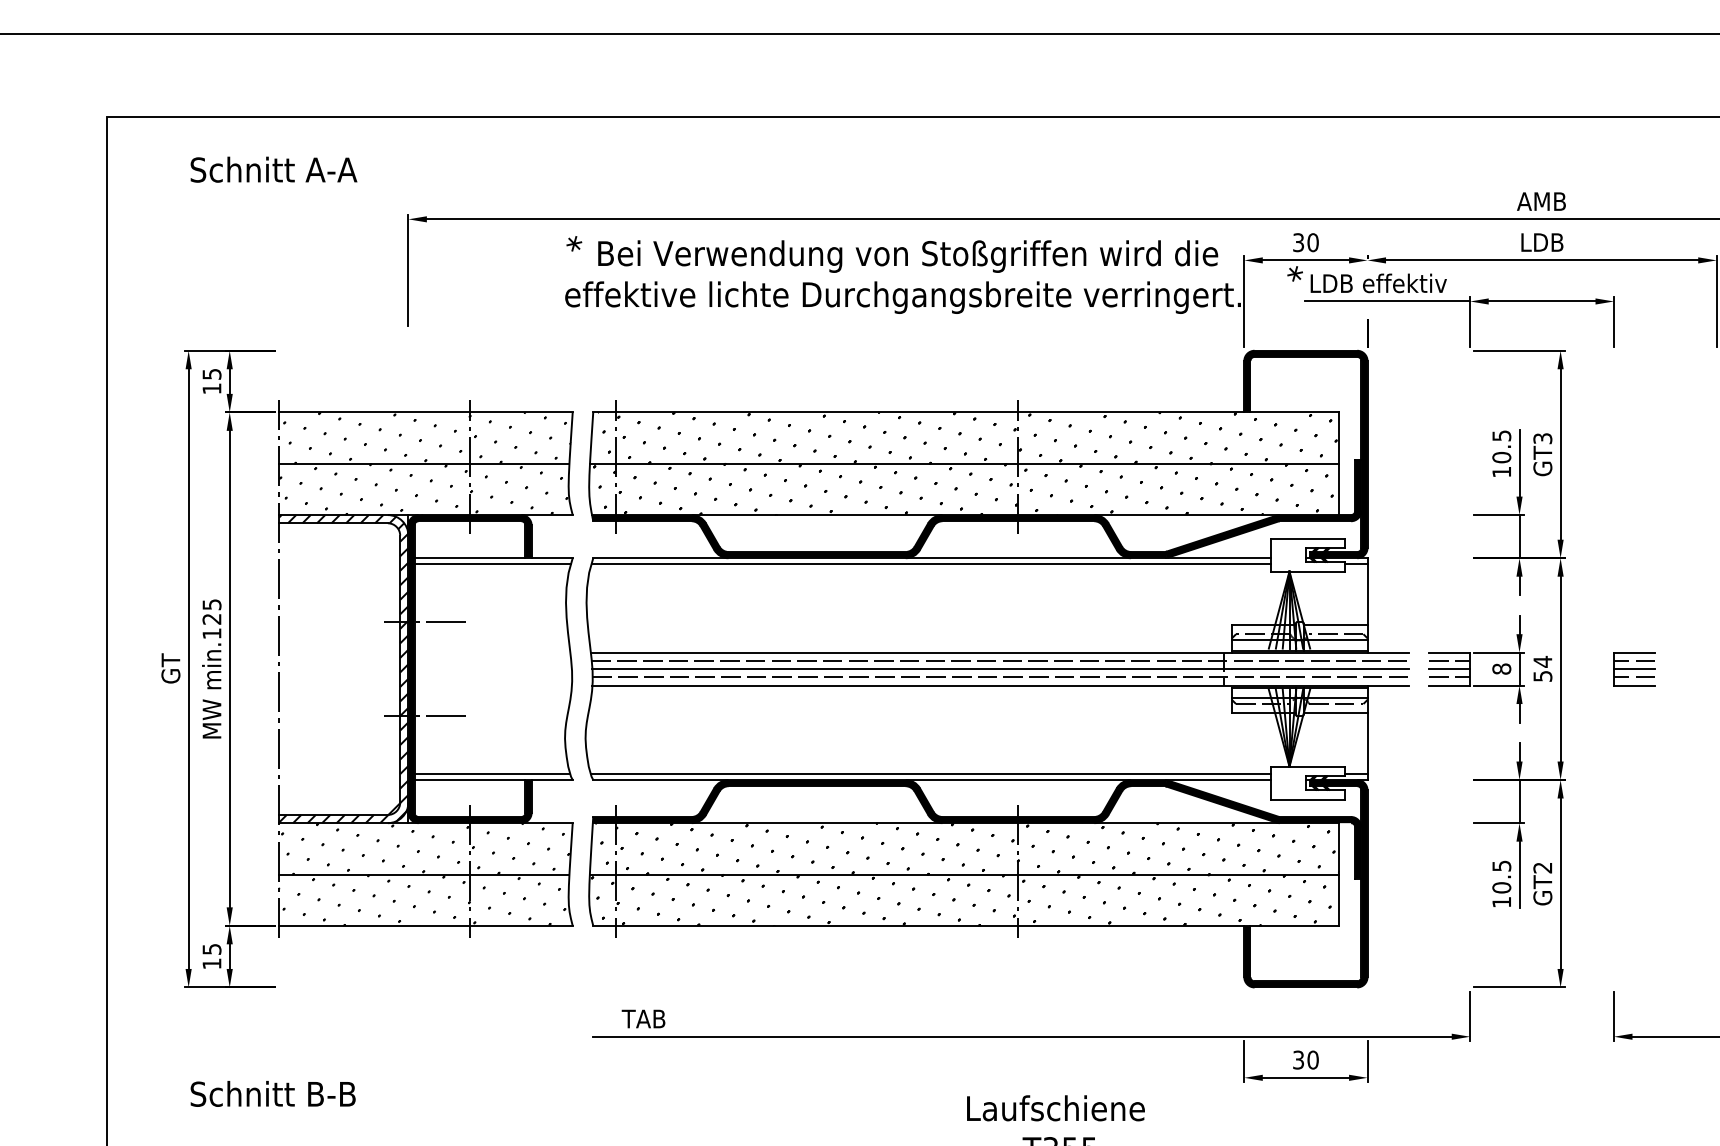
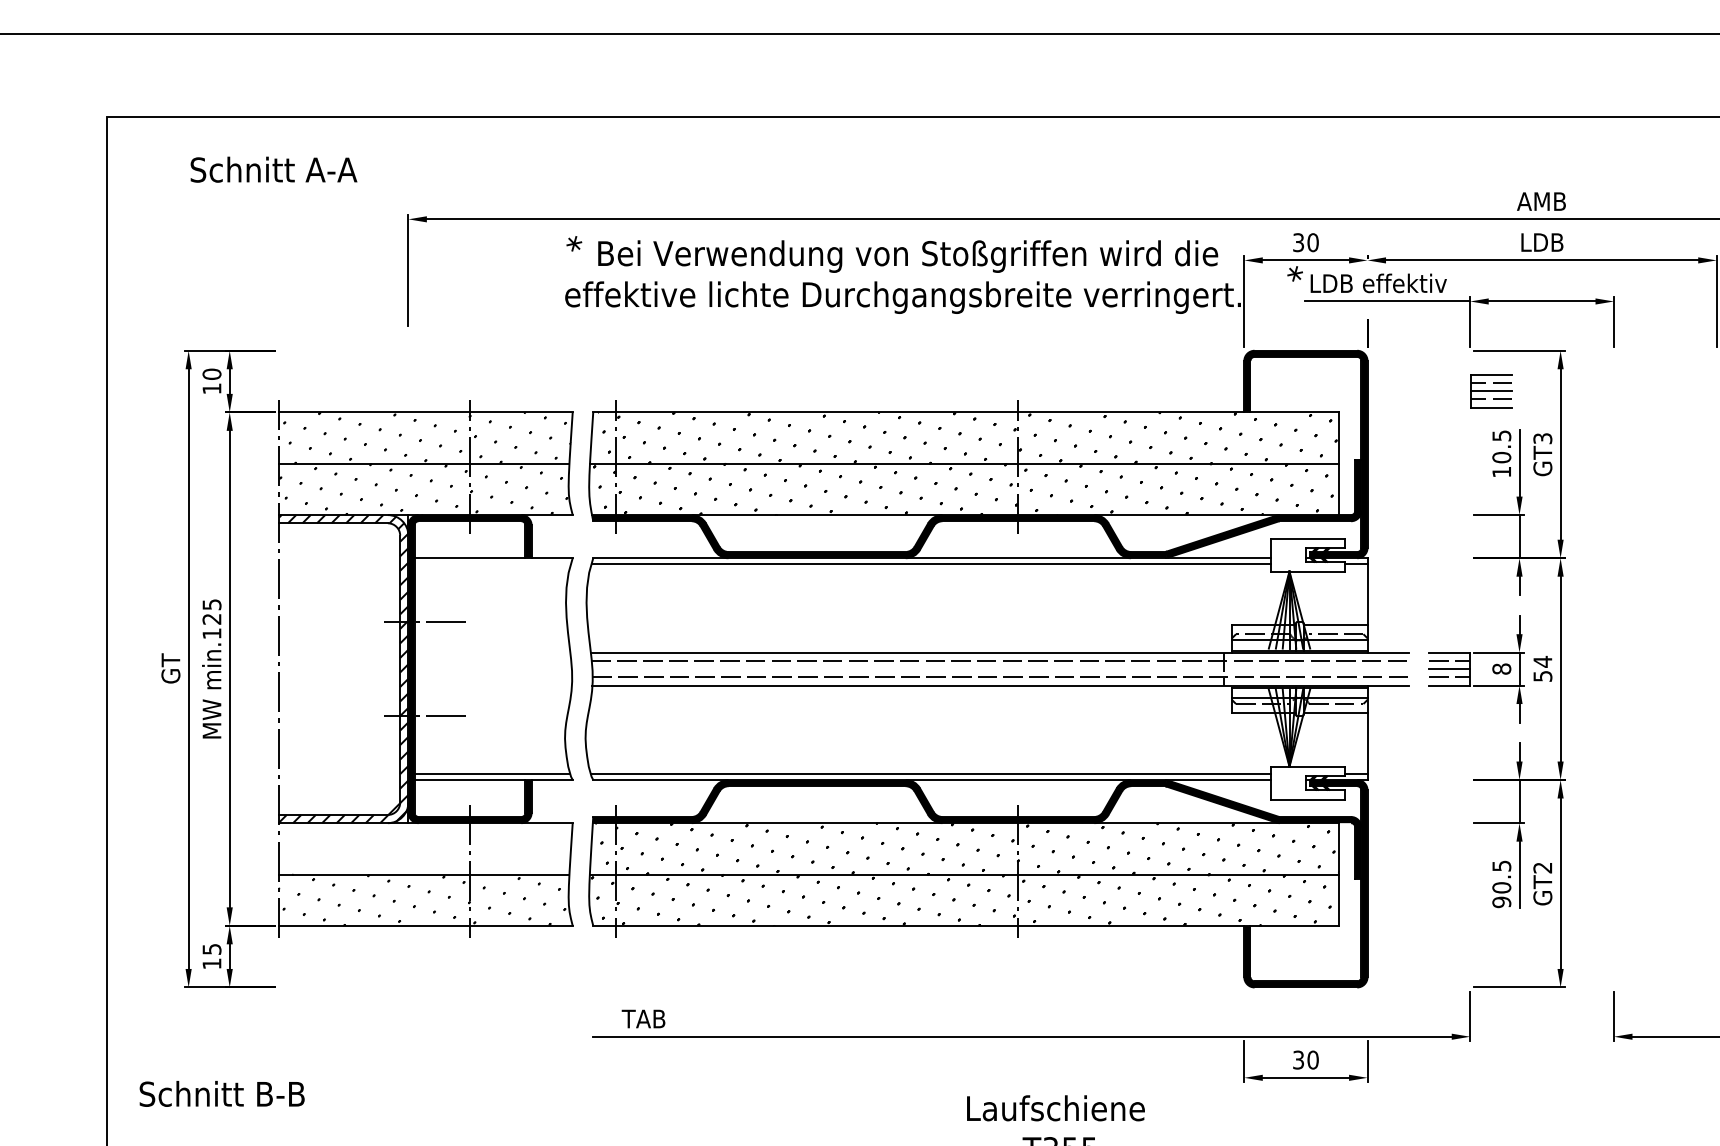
text at (211, 373): 15 -> 10
line at (492, 564): present -> none
line at (1000, 669): present -> none
part at (1634, 669) position: (1634, 669) -> (1491, 391)
hatch at (425, 848): present -> none
text at (1501, 902): 10.5 -> 90.5
text at (272, 1093) position: (272, 1093) -> (221, 1093)
